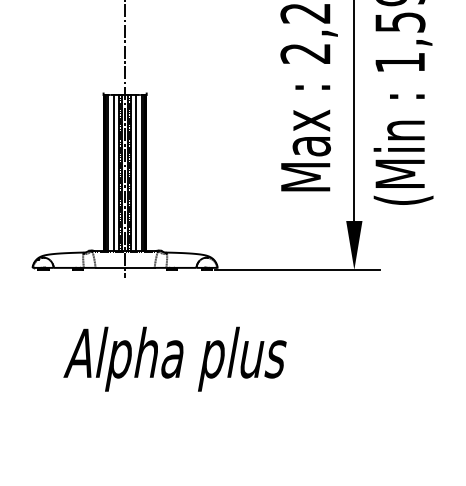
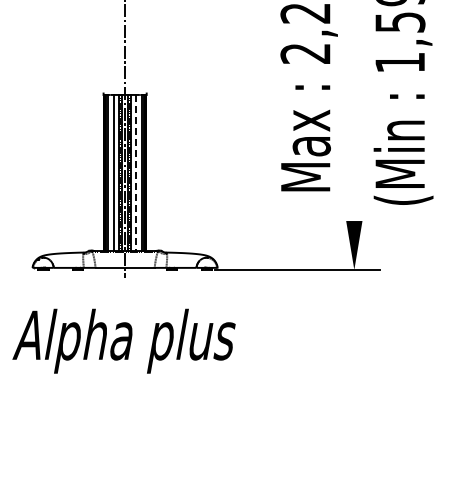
line at (354, 111): present -> none
line at (136, 172): solid -> dashed
text at (174, 358) position: (174, 358) -> (123, 340)
